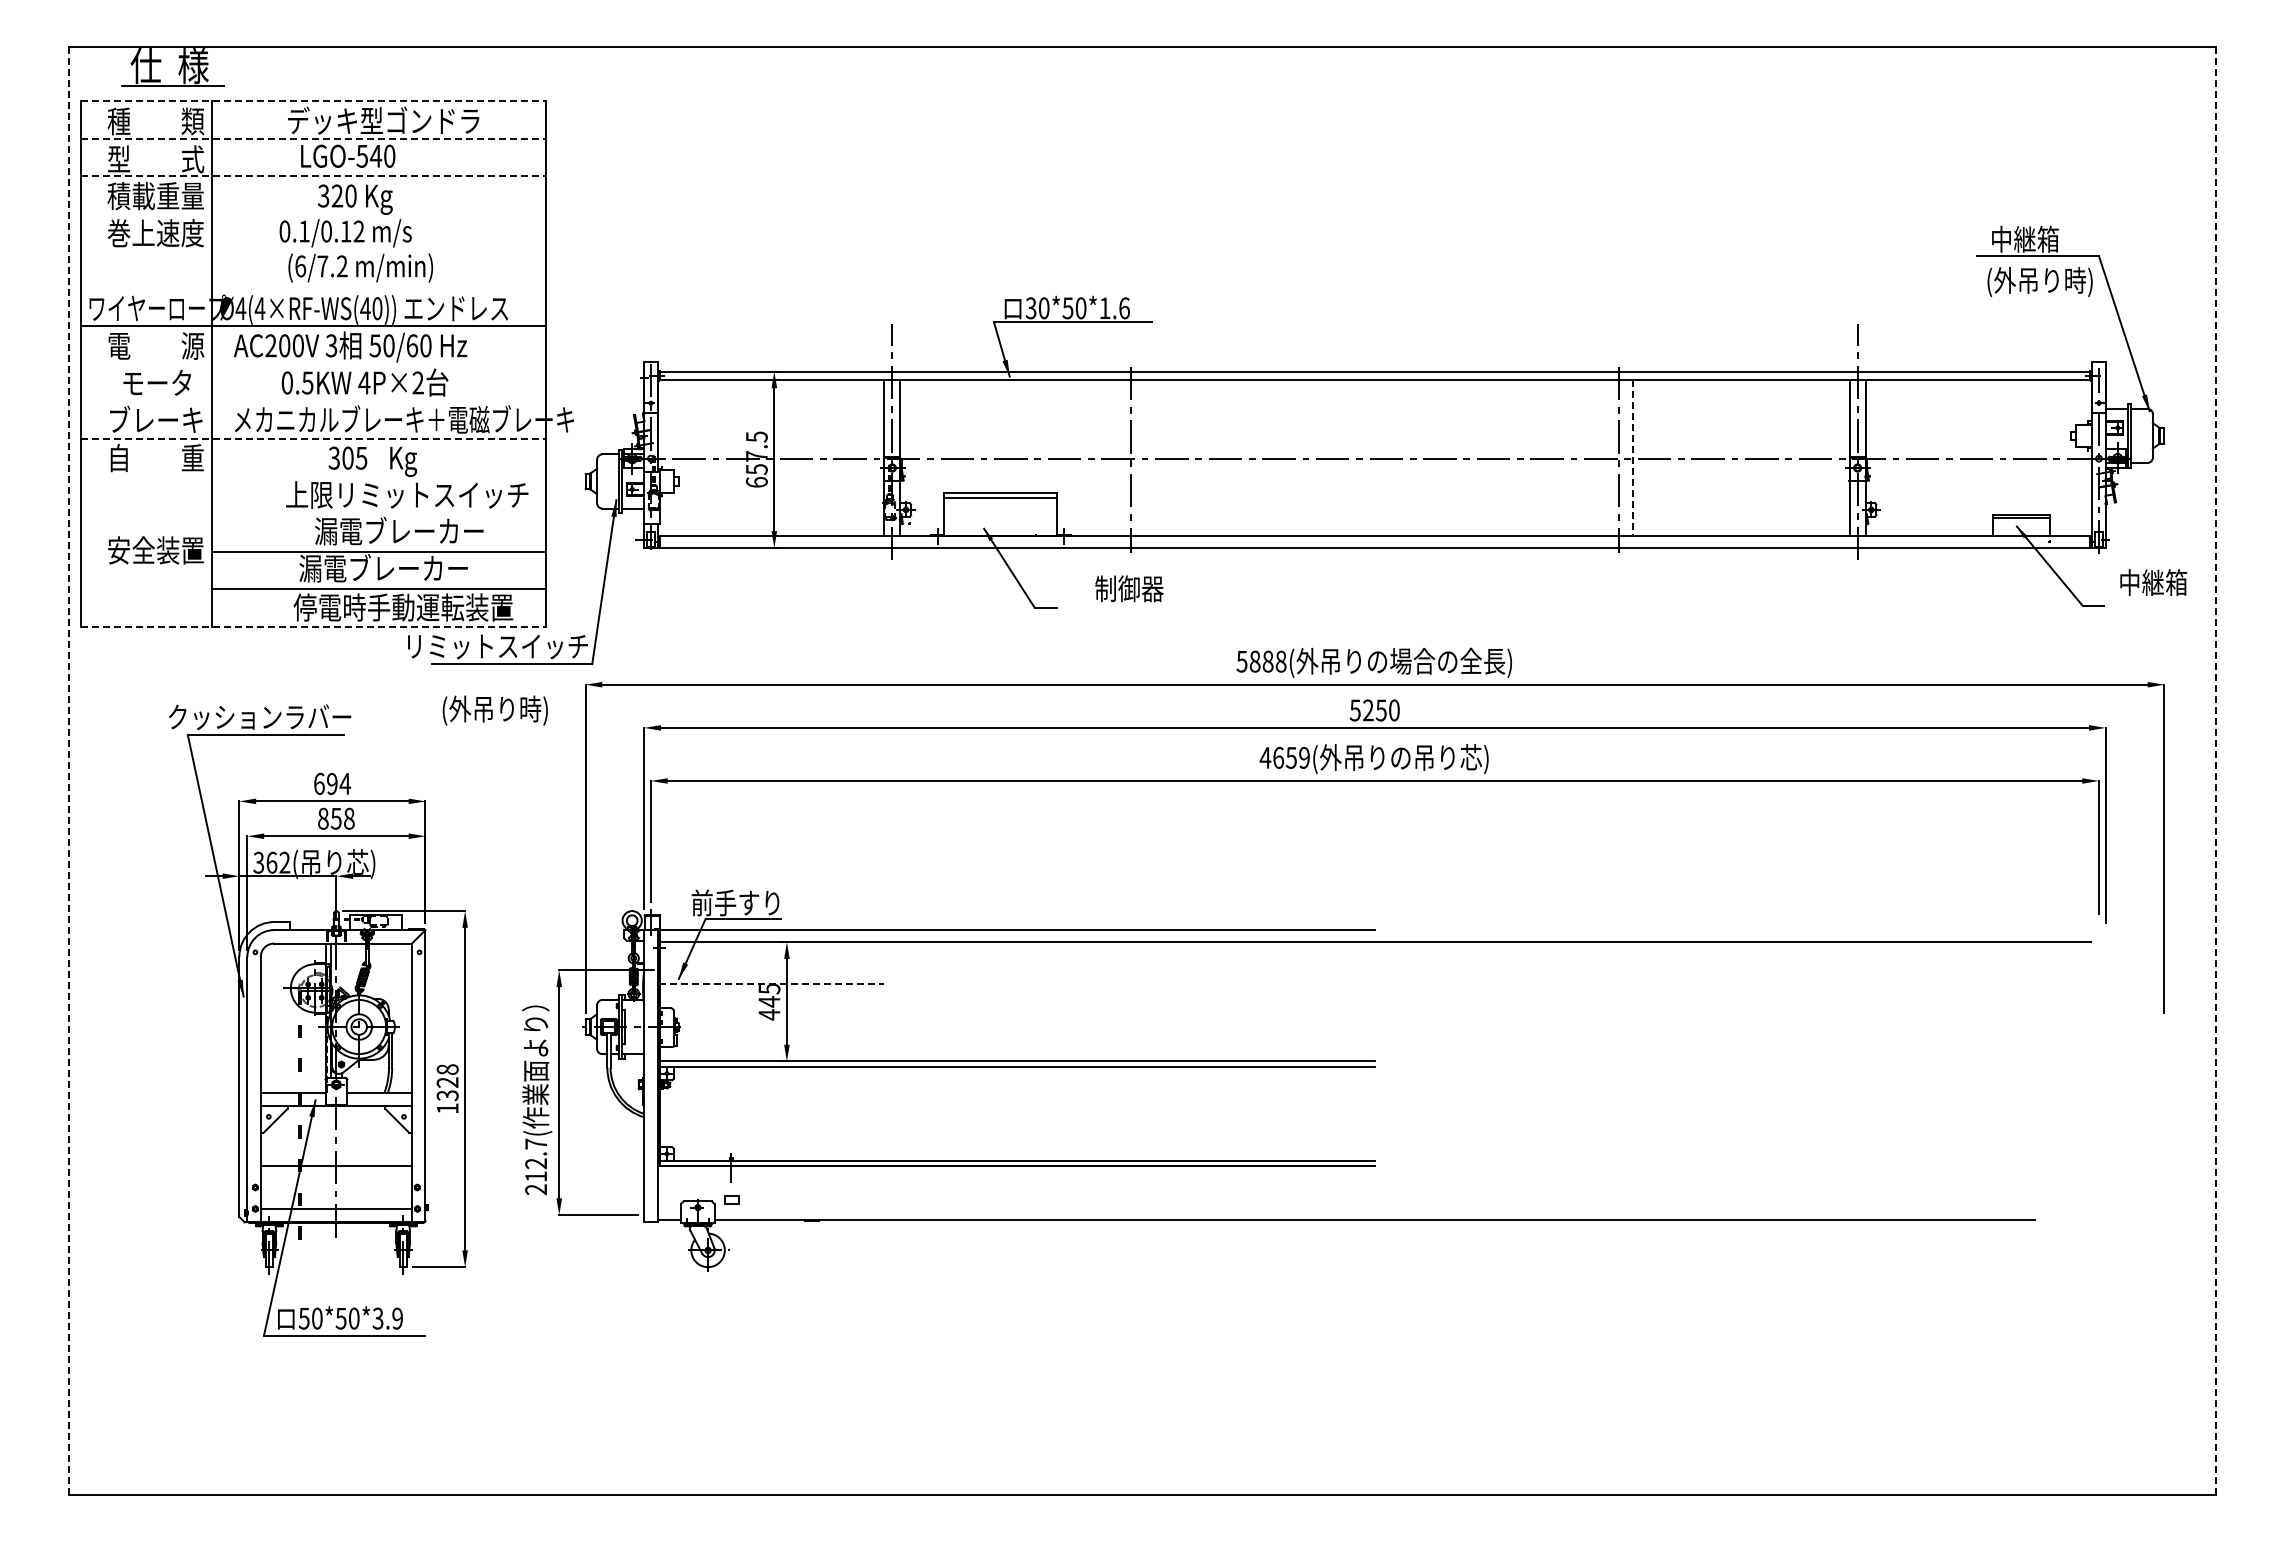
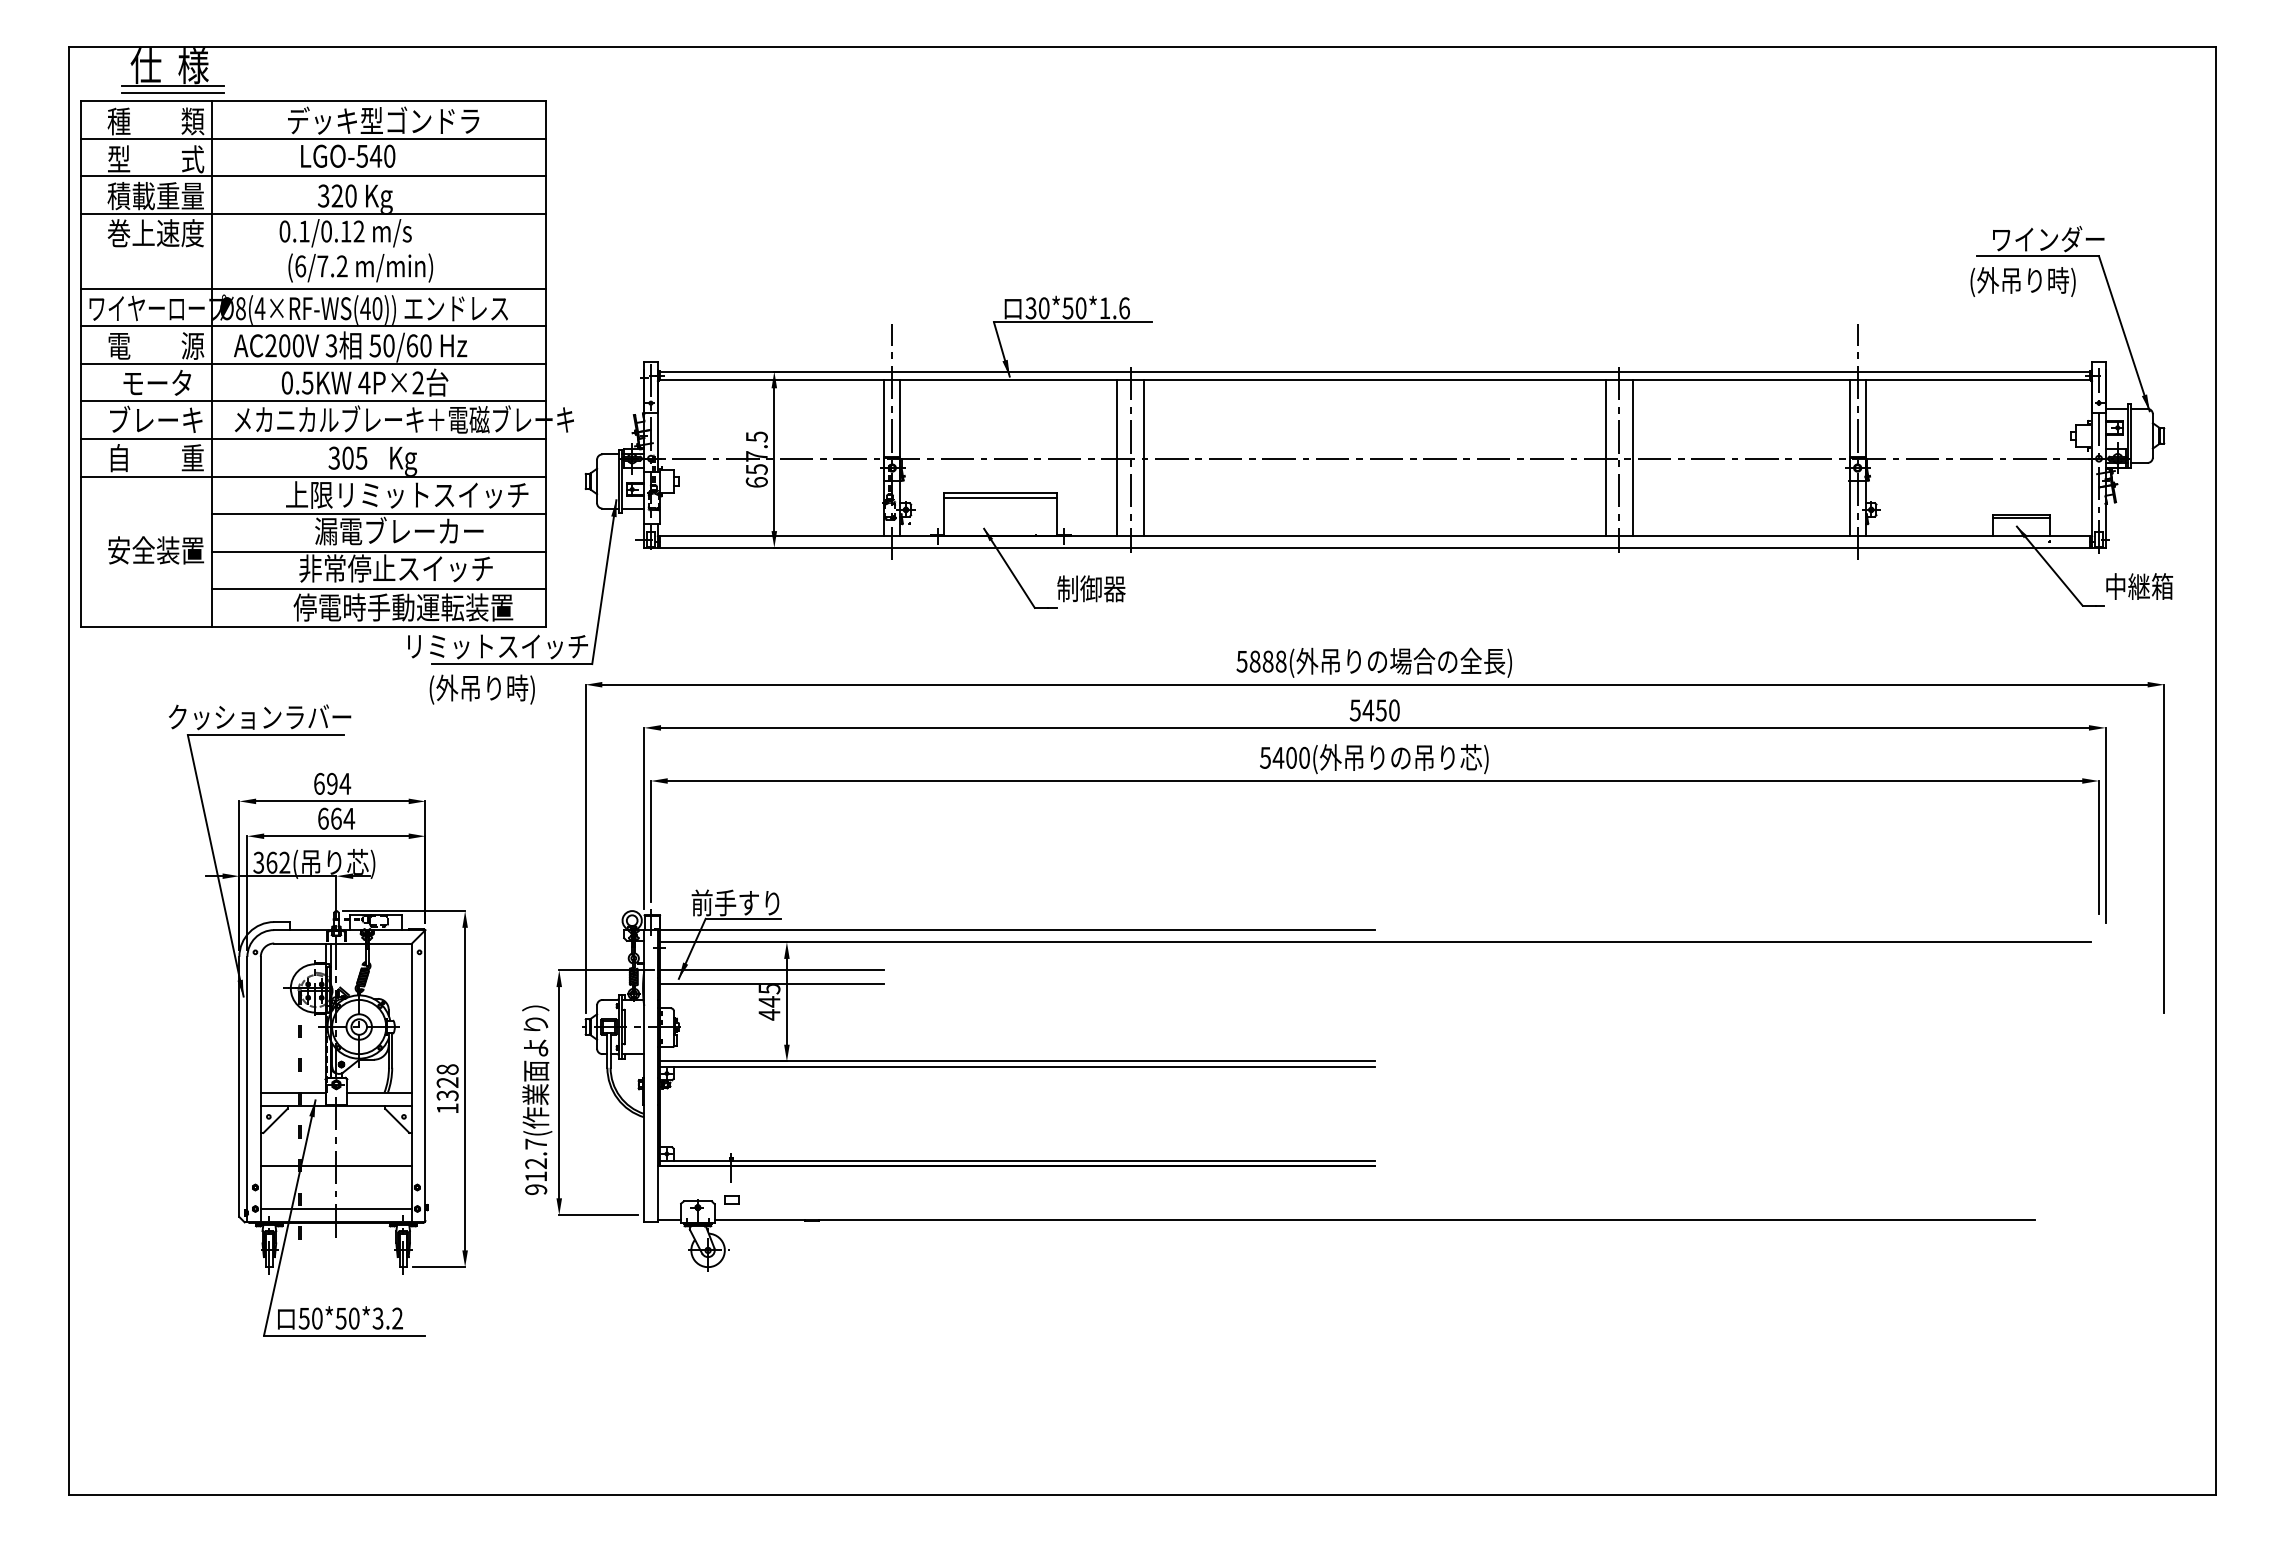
line at (172, 93): none -> present
line at (313, 101): dashed -> solid
line at (313, 138): dashed -> solid
line at (313, 176): dashed -> solid
line at (313, 213): none -> present
text at (2048, 238): 中継箱 -> ワインダー
text at (2039, 281) position: (2039, 281) -> (2022, 281)
line at (313, 288): none -> present
text at (240, 308): Ø4(4×RF-WS(40)) -> Ø8(4×RF-WS(40))
line at (313, 363): none -> present
line at (313, 401): none -> present
line at (313, 438): dashed -> solid
line at (1117, 457): none -> present
line at (1144, 457): none -> present
line at (1605, 457): none -> present
line at (1632, 458): dashed -> solid
line at (313, 476): none -> present
line at (378, 514): none -> present
text at (395, 568): 漏電ブレーカー -> 非常停止スイッチ
text at (2153, 582) position: (2153, 582) -> (2139, 586)
text at (1129, 588) position: (1129, 588) -> (1091, 588)
line at (313, 626): dashed -> solid
text at (494, 710) position: (494, 710) -> (481, 689)
text at (1368, 710): 5250 -> 5450
text at (1284, 757): 4659( -> 5400(
line at (68, 770): dashed -> solid
line at (2216, 771): dashed -> solid
text at (336, 818): 858 -> 664
line at (771, 970): none -> present
line at (771, 983): dashed -> solid
text at (536, 1189): 212.7( -> 912.7(
text at (397, 1318): 50*50*3.9 -> 50*50*3.2
